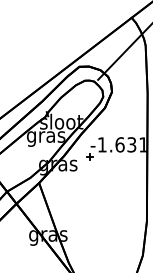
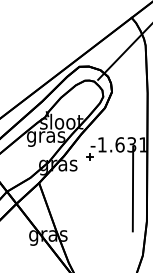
line at (132, 188): none -> present
